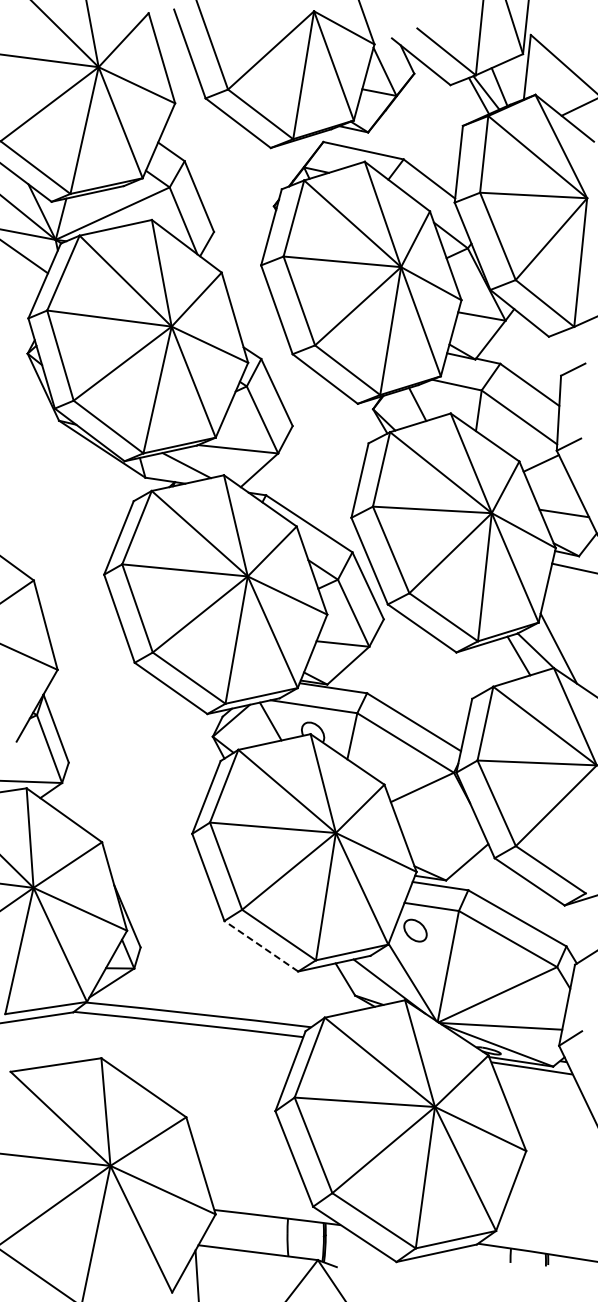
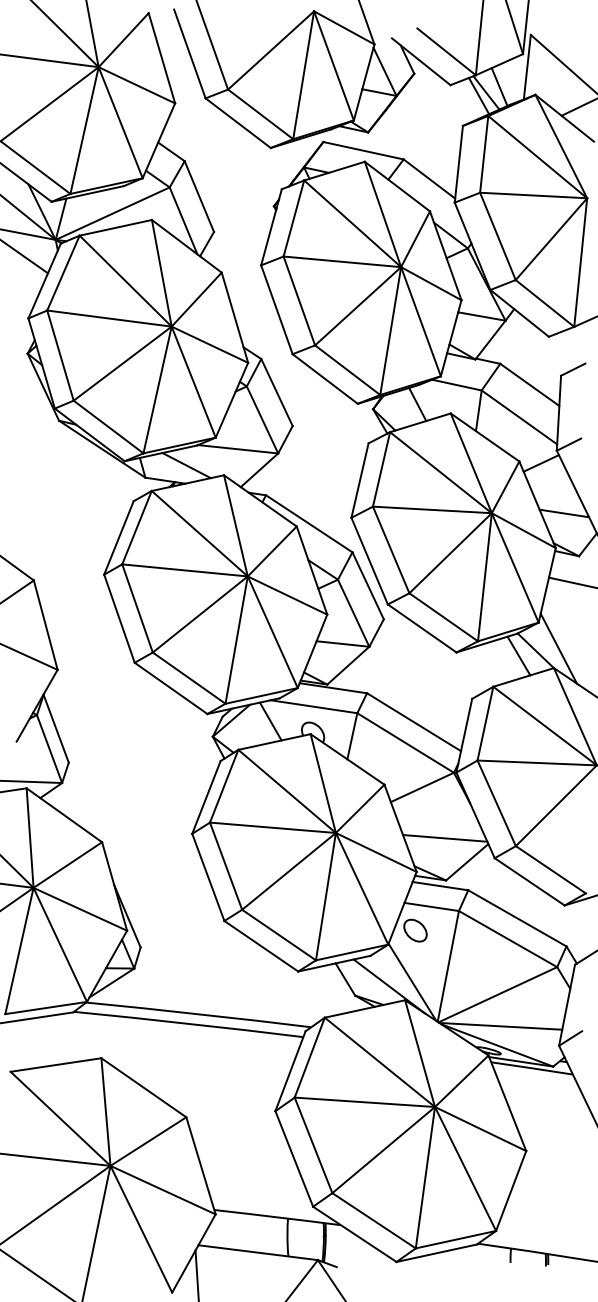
line at (572, 567) position: (572, 567) -> (571, 582)
line at (445, 838): none -> present
line at (261, 946): dashed -> solid
